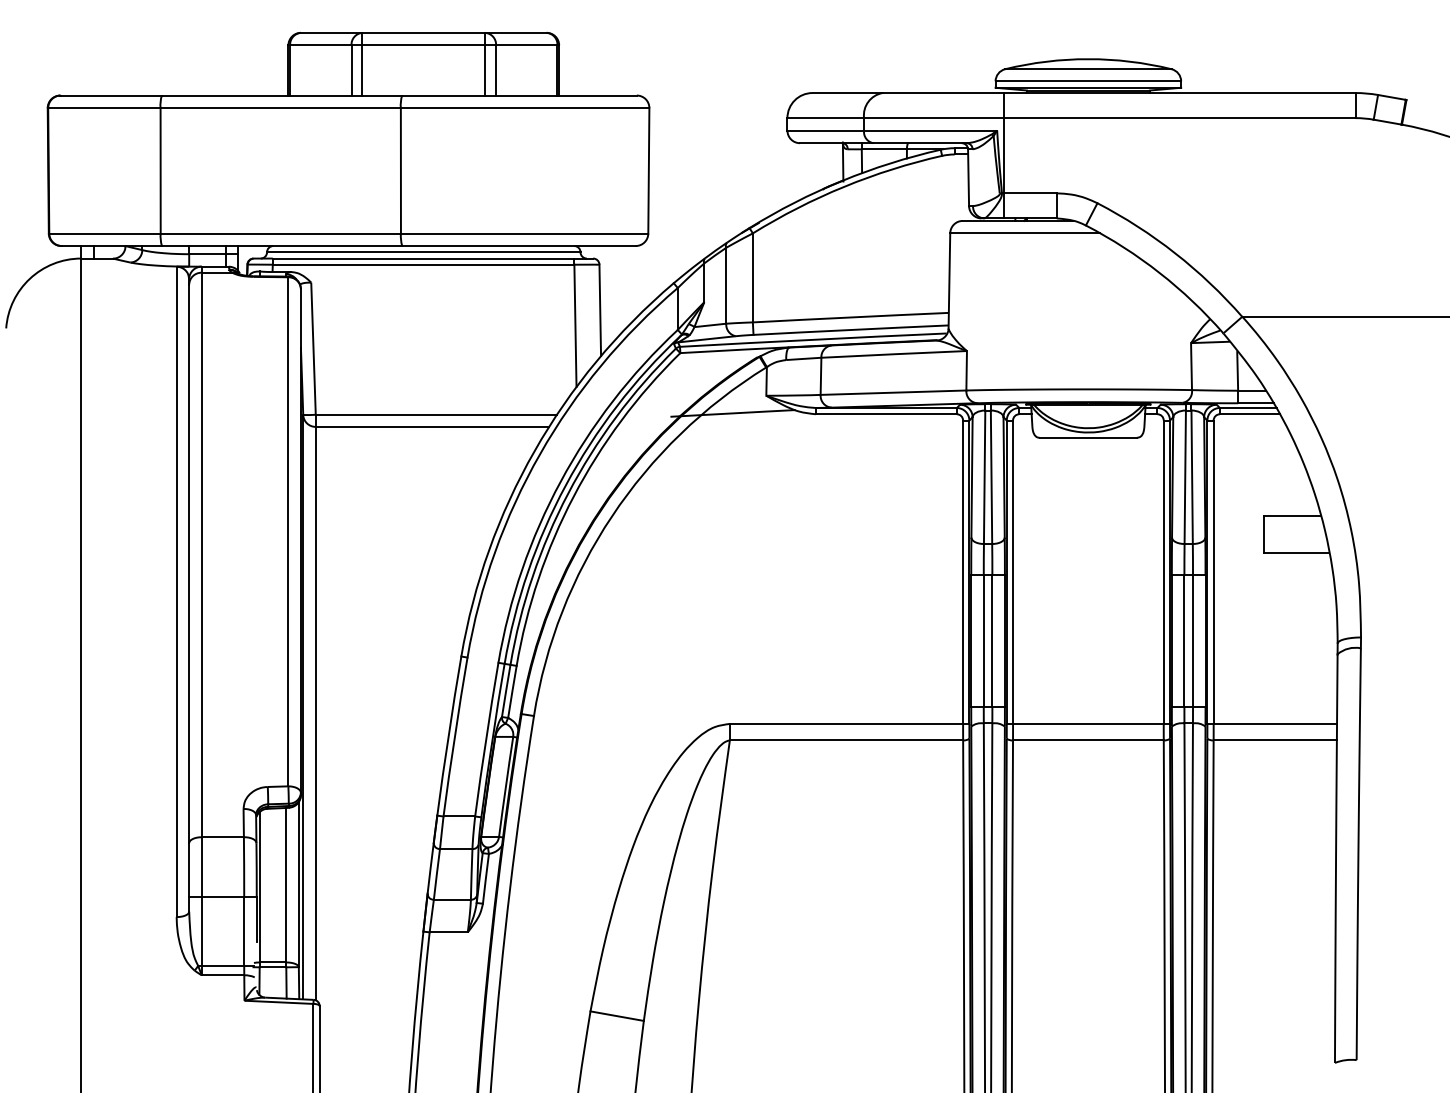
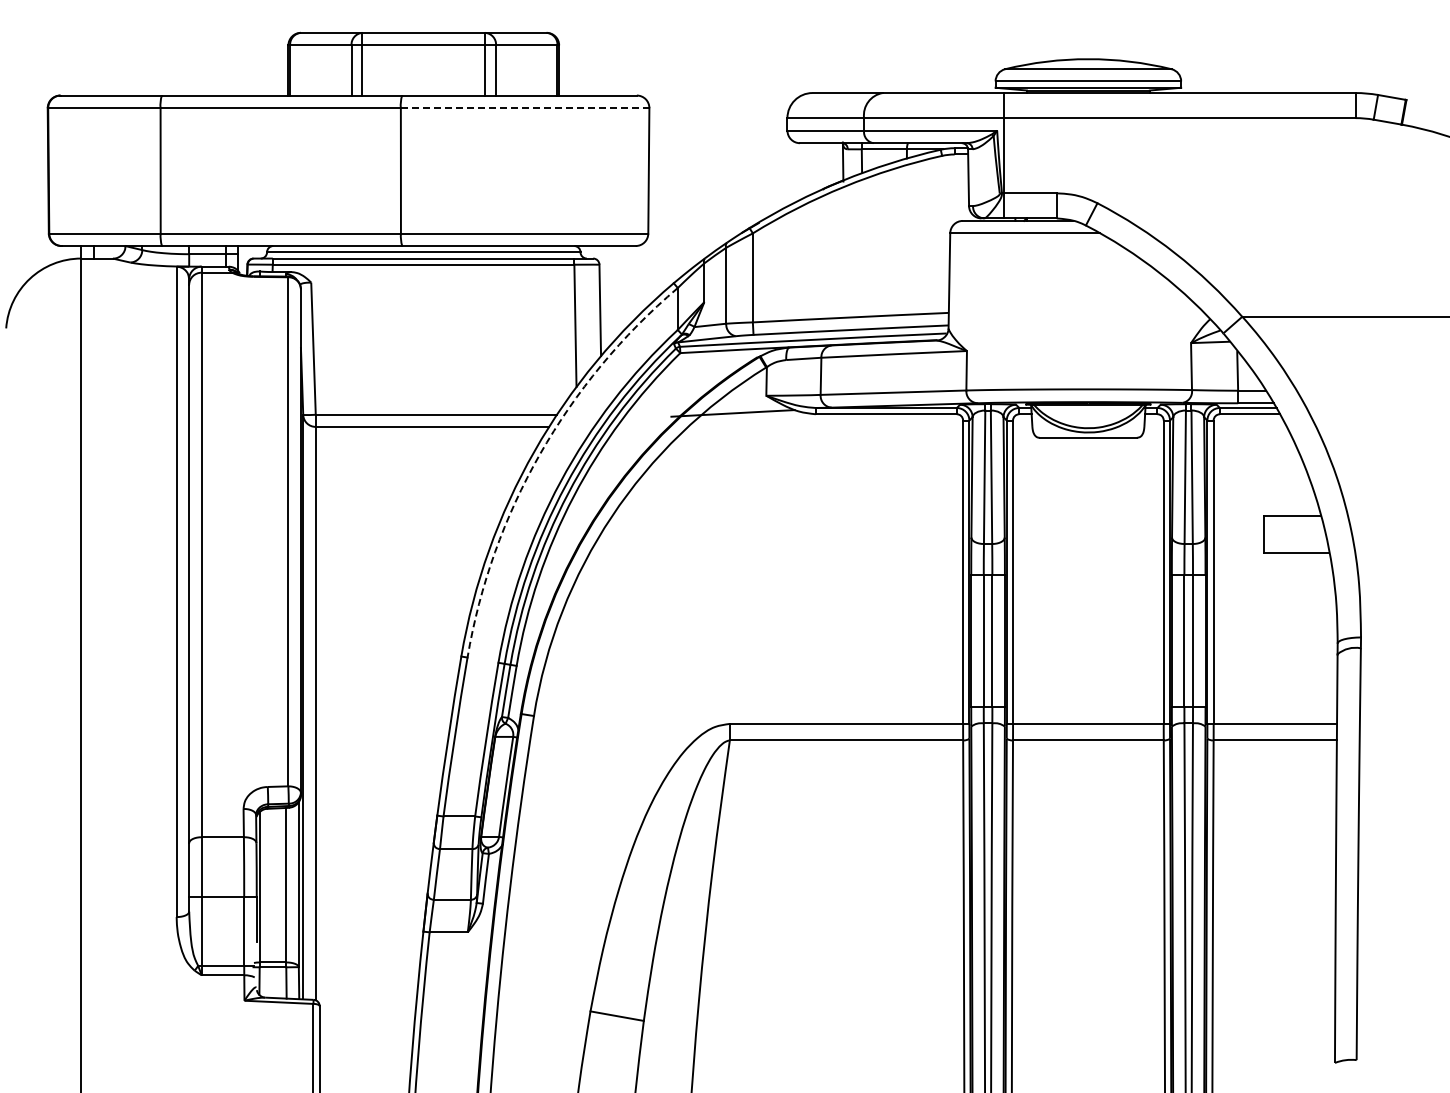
line at (525, 108): solid -> dashed
arc at (540, 454): solid -> dashed
